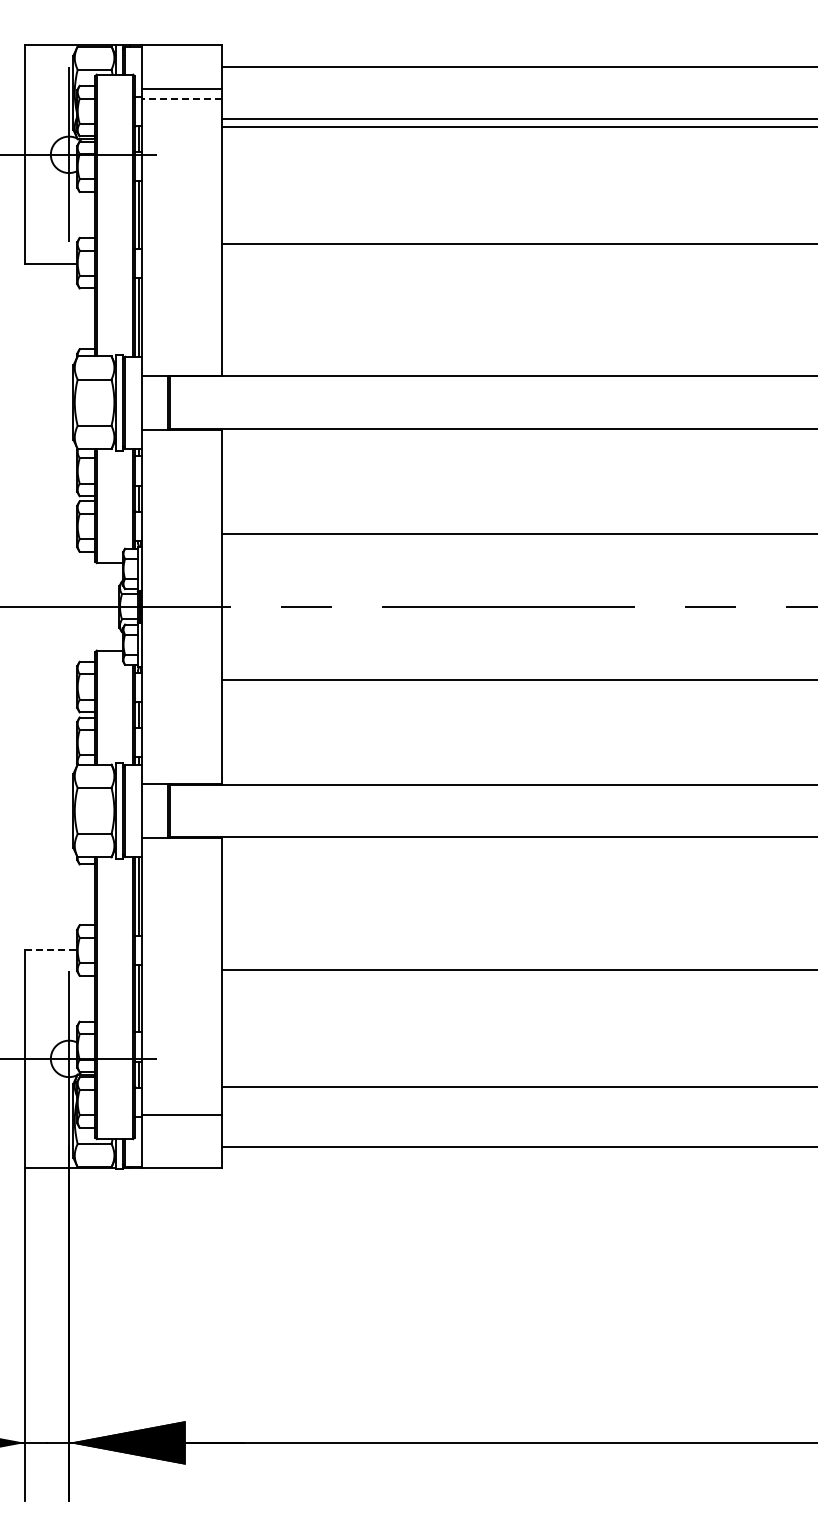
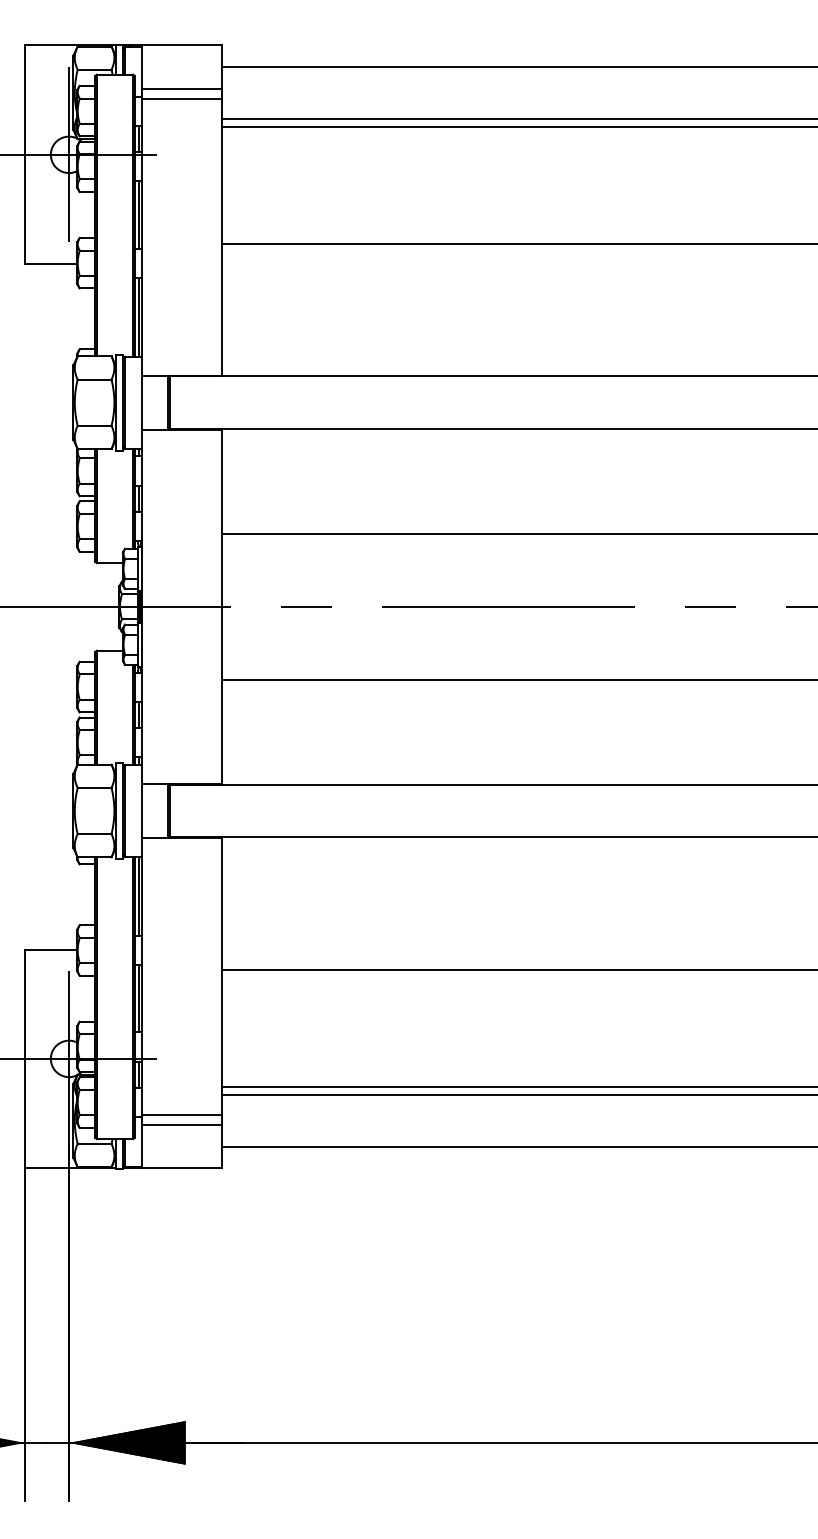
line at (181, 98): dashed -> solid
line at (51, 949): dashed -> solid
line at (518, 1094): none -> present
line at (182, 1124): none -> present
